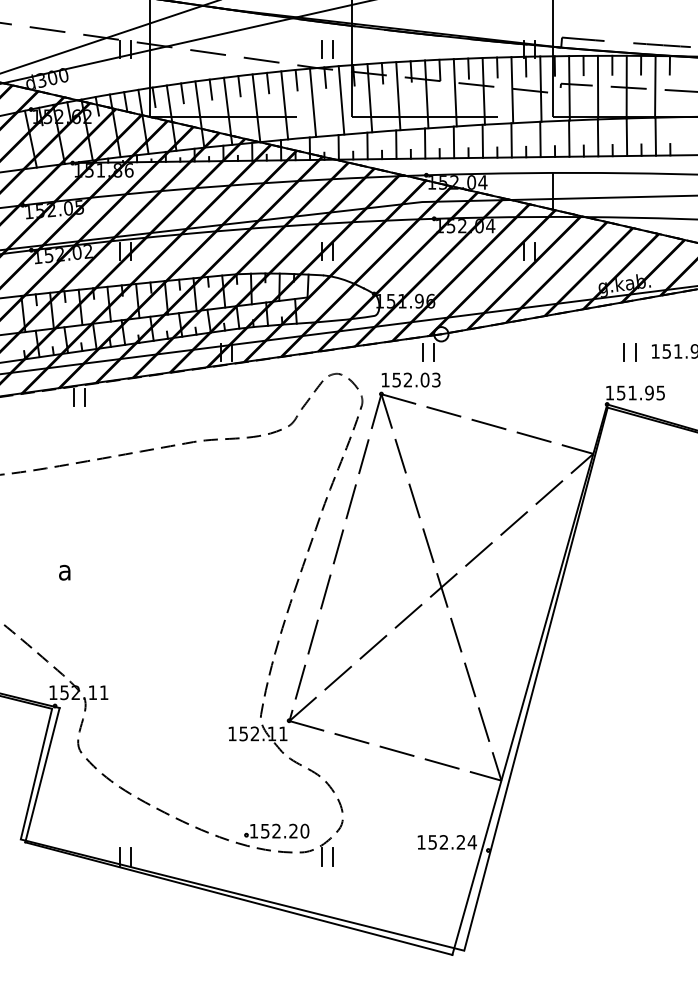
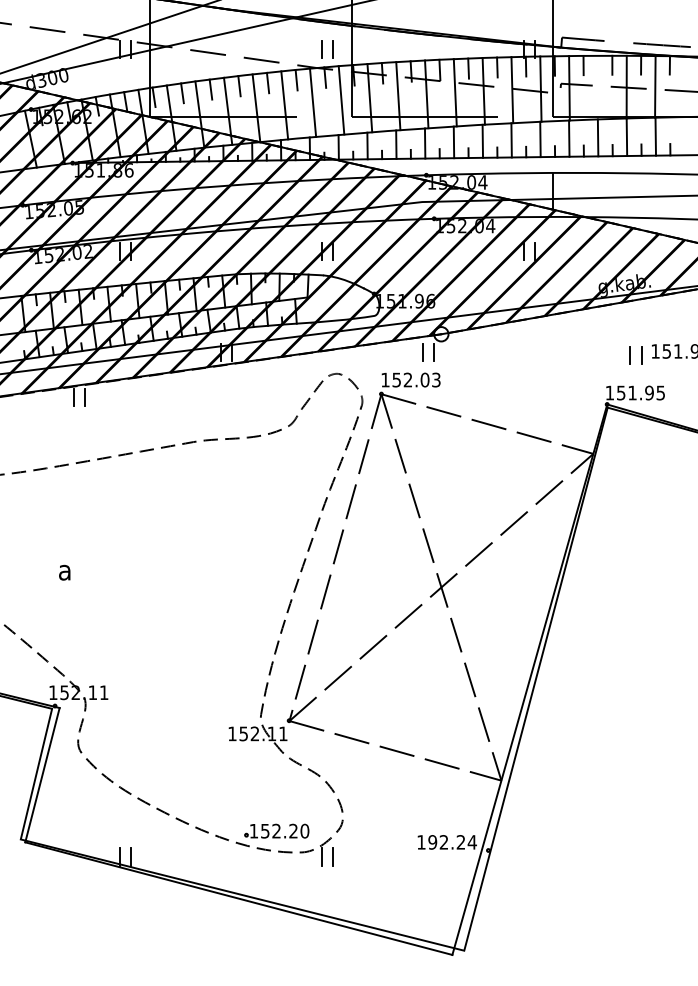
line at (597, 87): present -> none
part at (629, 352) position: (629, 352) -> (635, 355)
text at (432, 842): 152.24 -> 192.24
